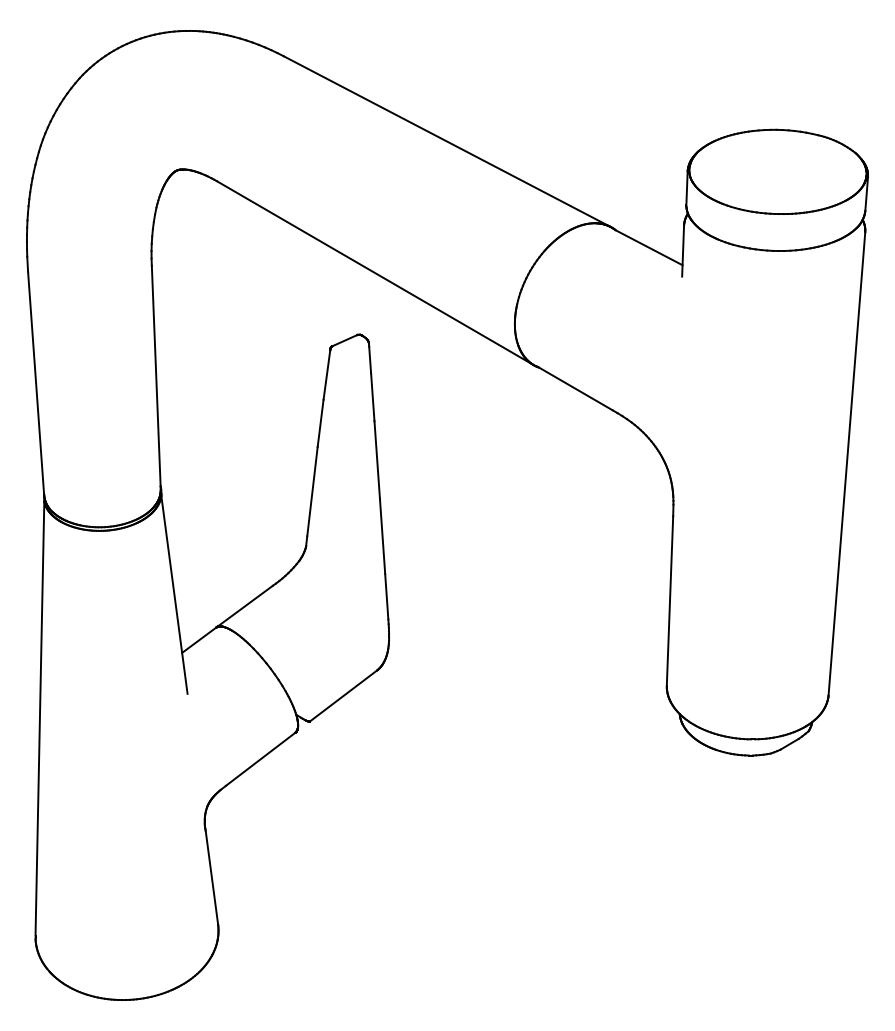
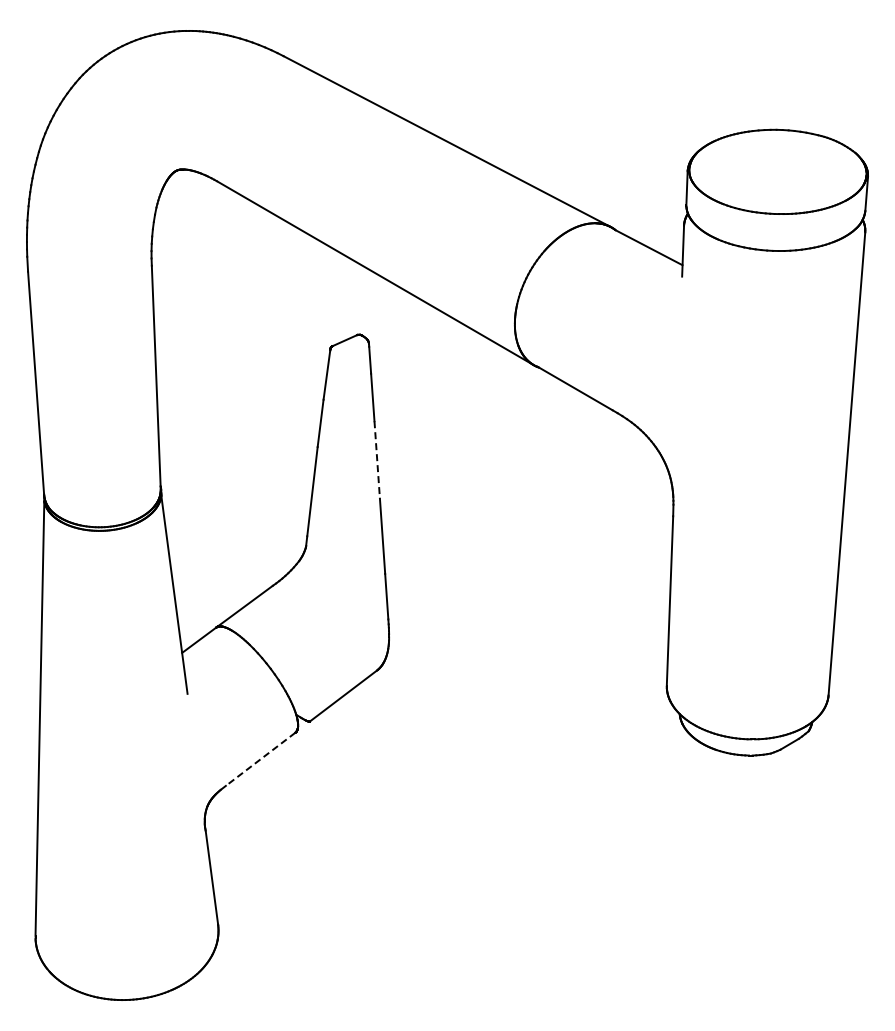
line at (377, 459): solid -> dashed
line at (260, 759): solid -> dashed
